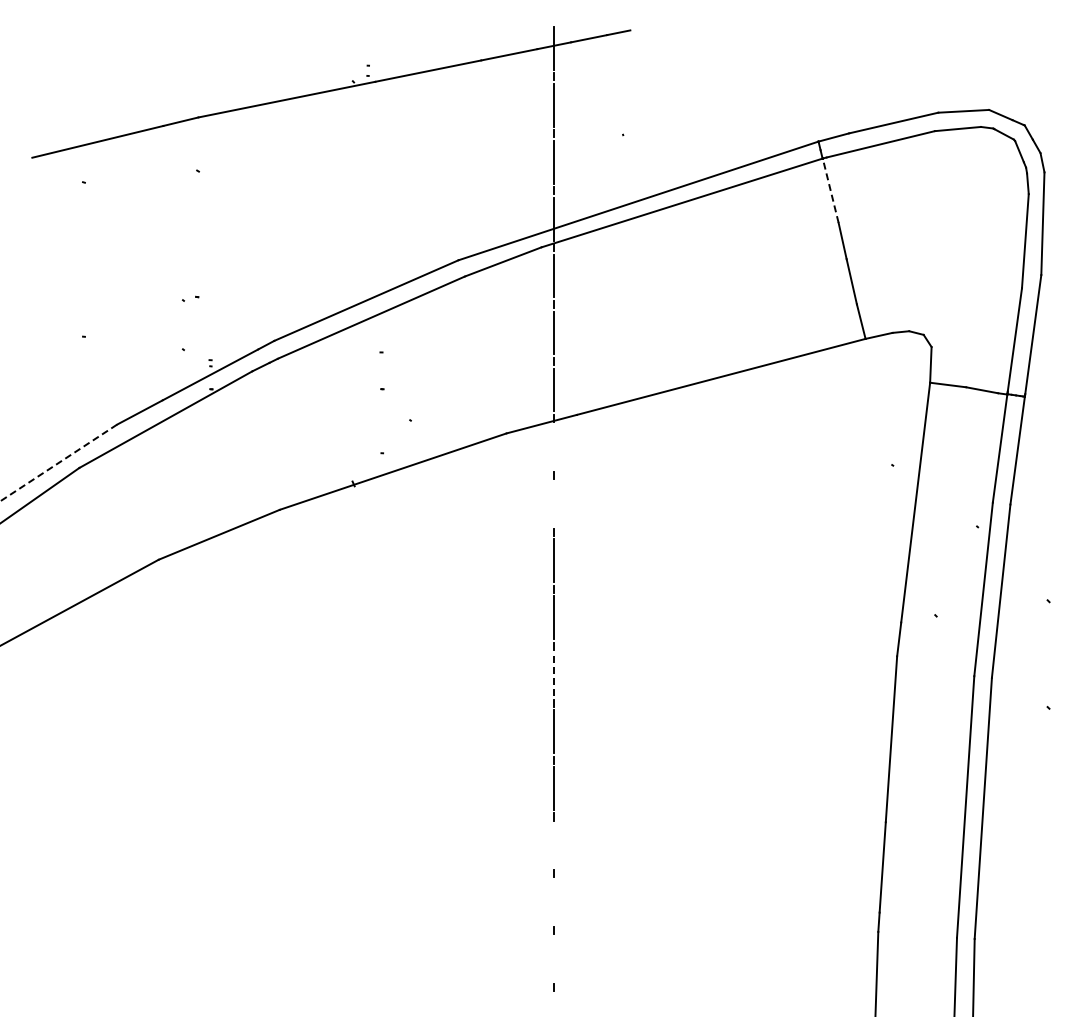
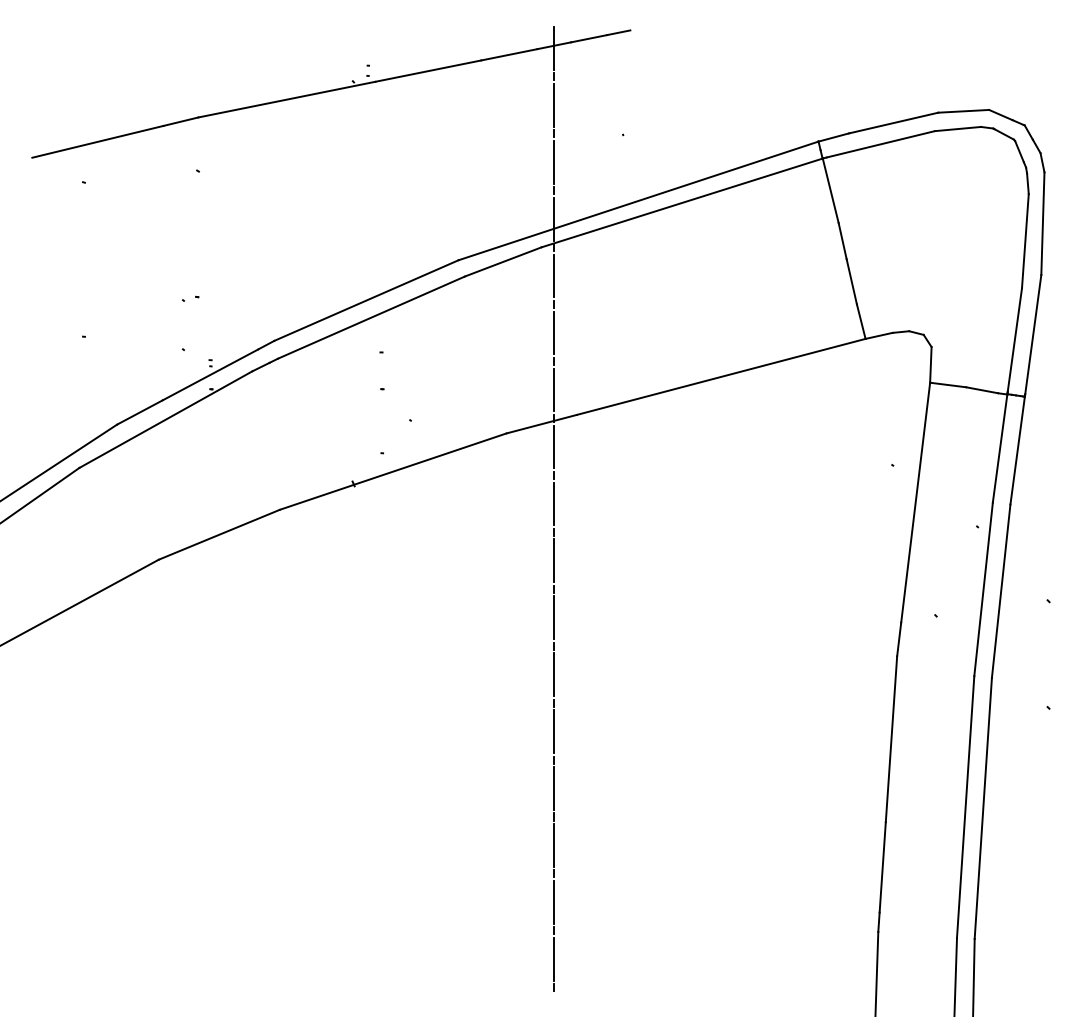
line at (830, 190): dashed -> solid
line at (553, 446): none -> present
line at (58, 462): dashed -> solid
line at (553, 503): none -> present
line at (553, 674): dashed -> solid
line at (553, 845): none -> present
line at (553, 902): none -> present
line at (553, 958): none -> present
